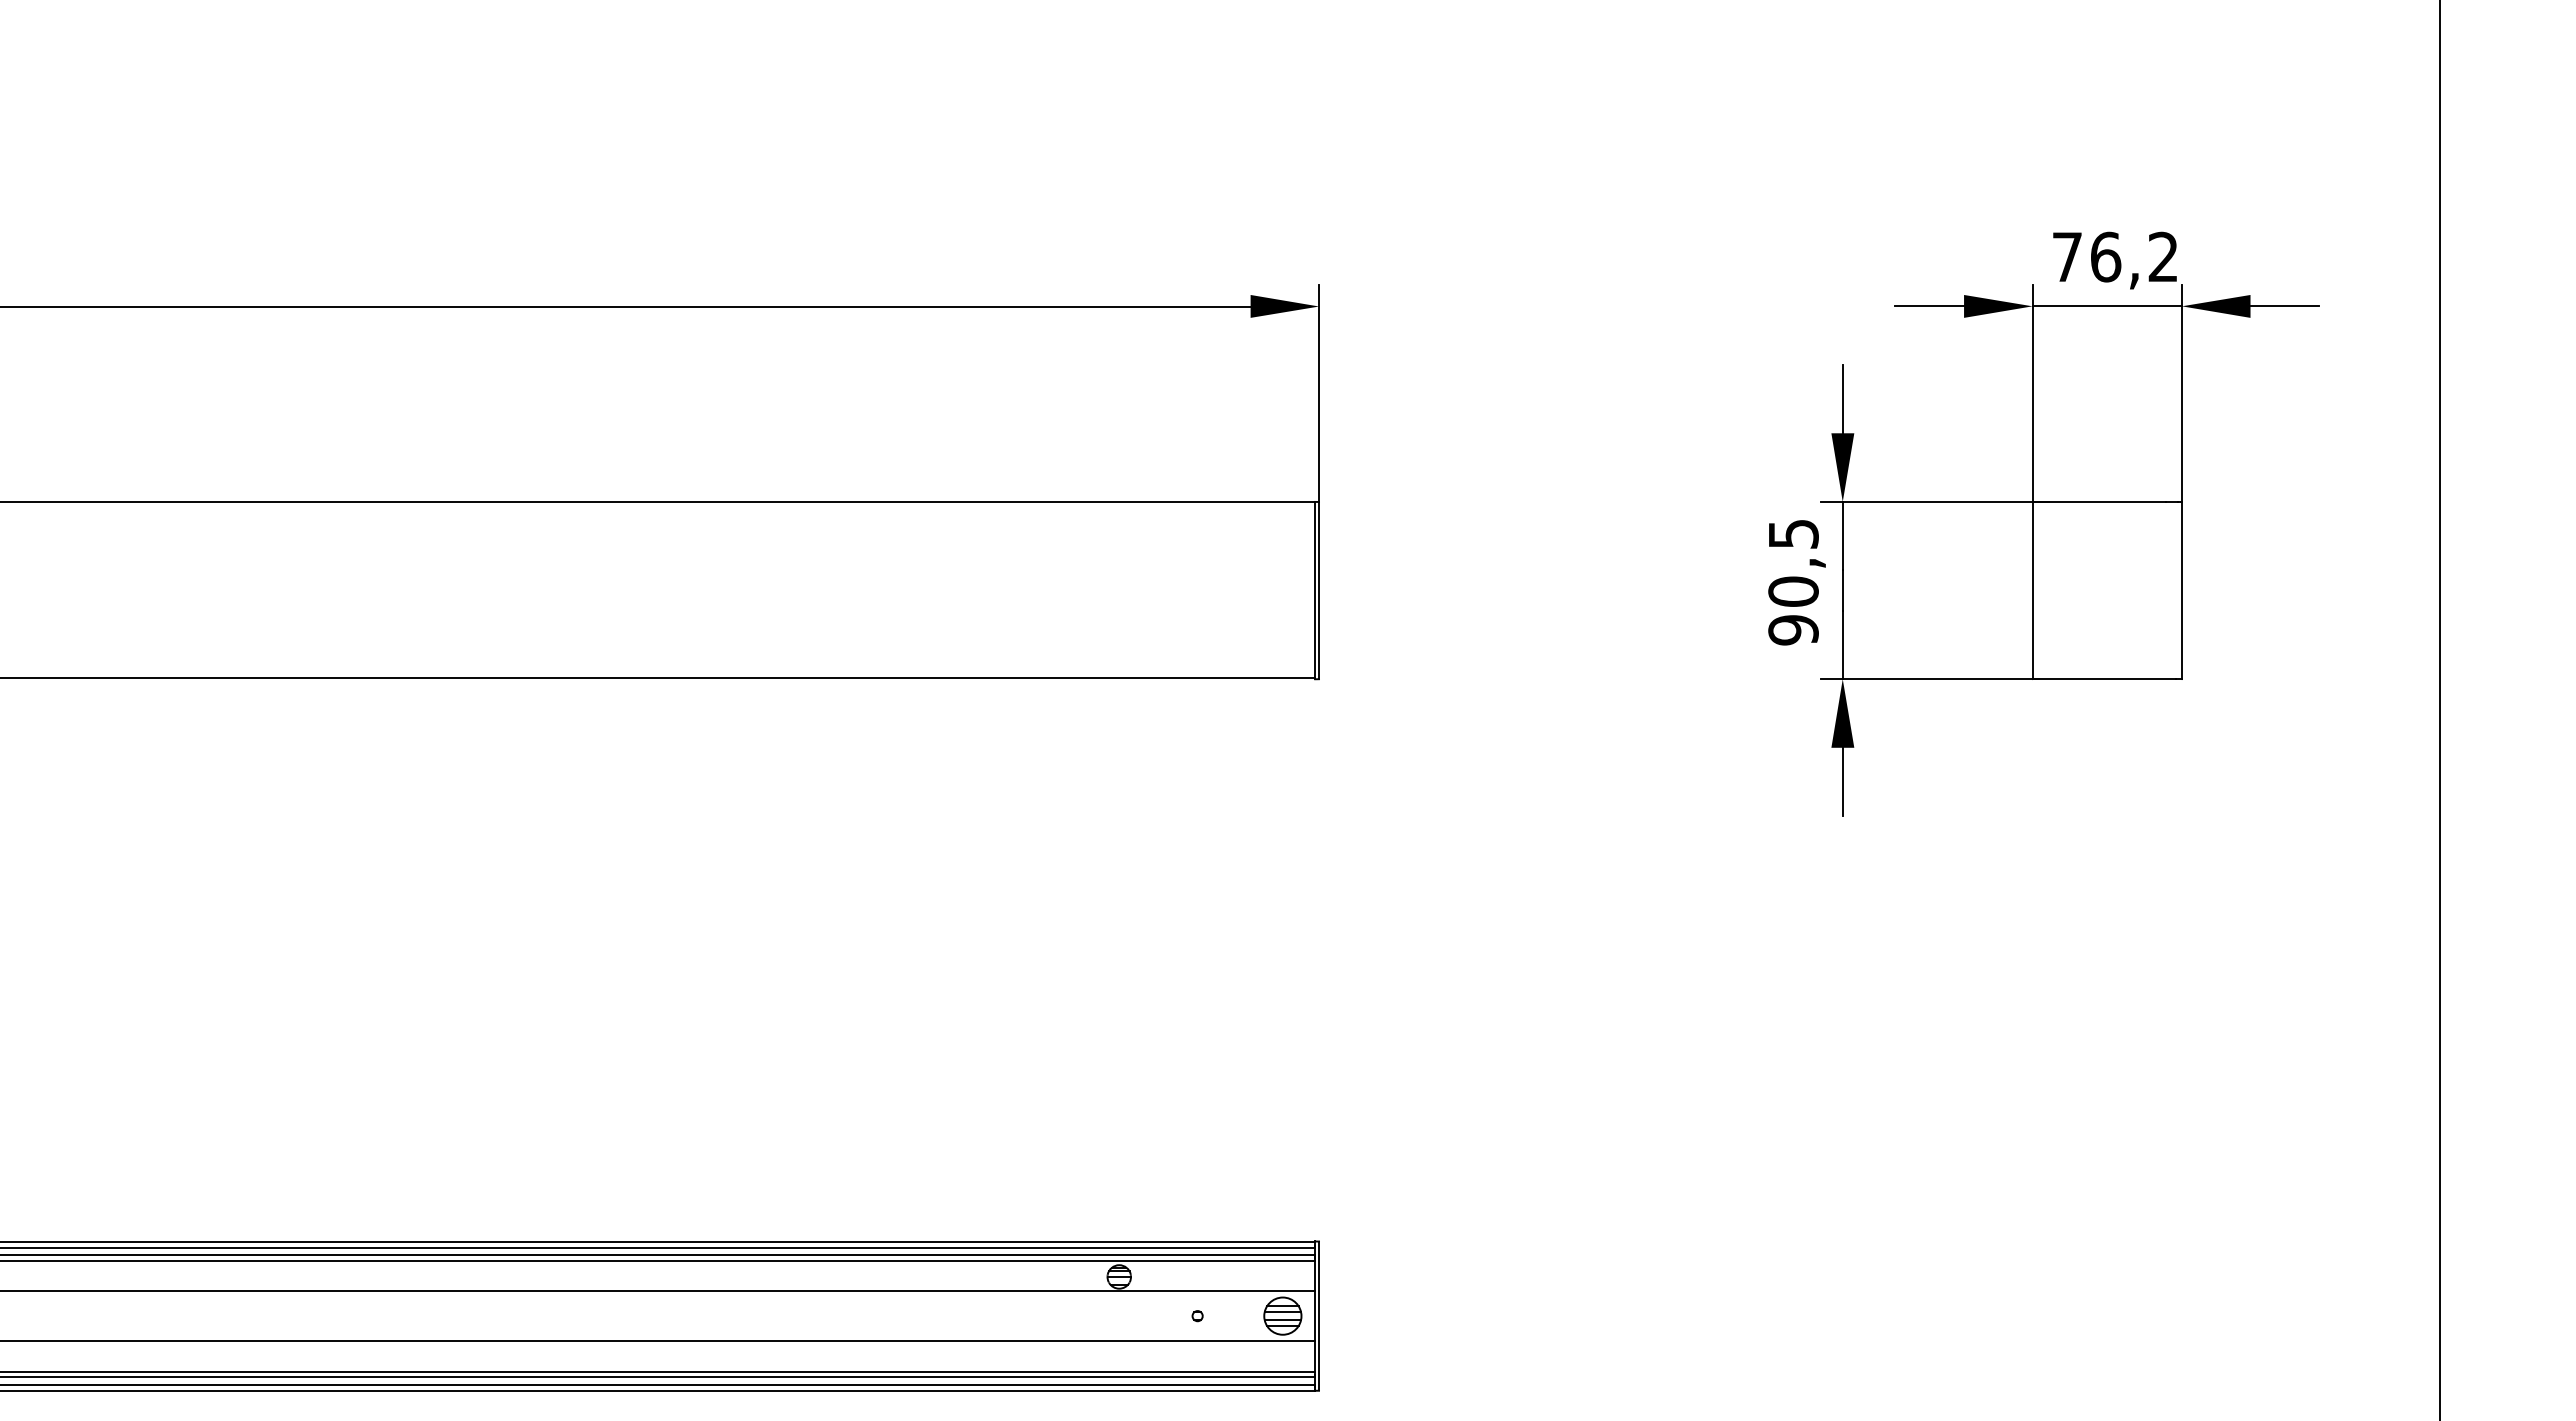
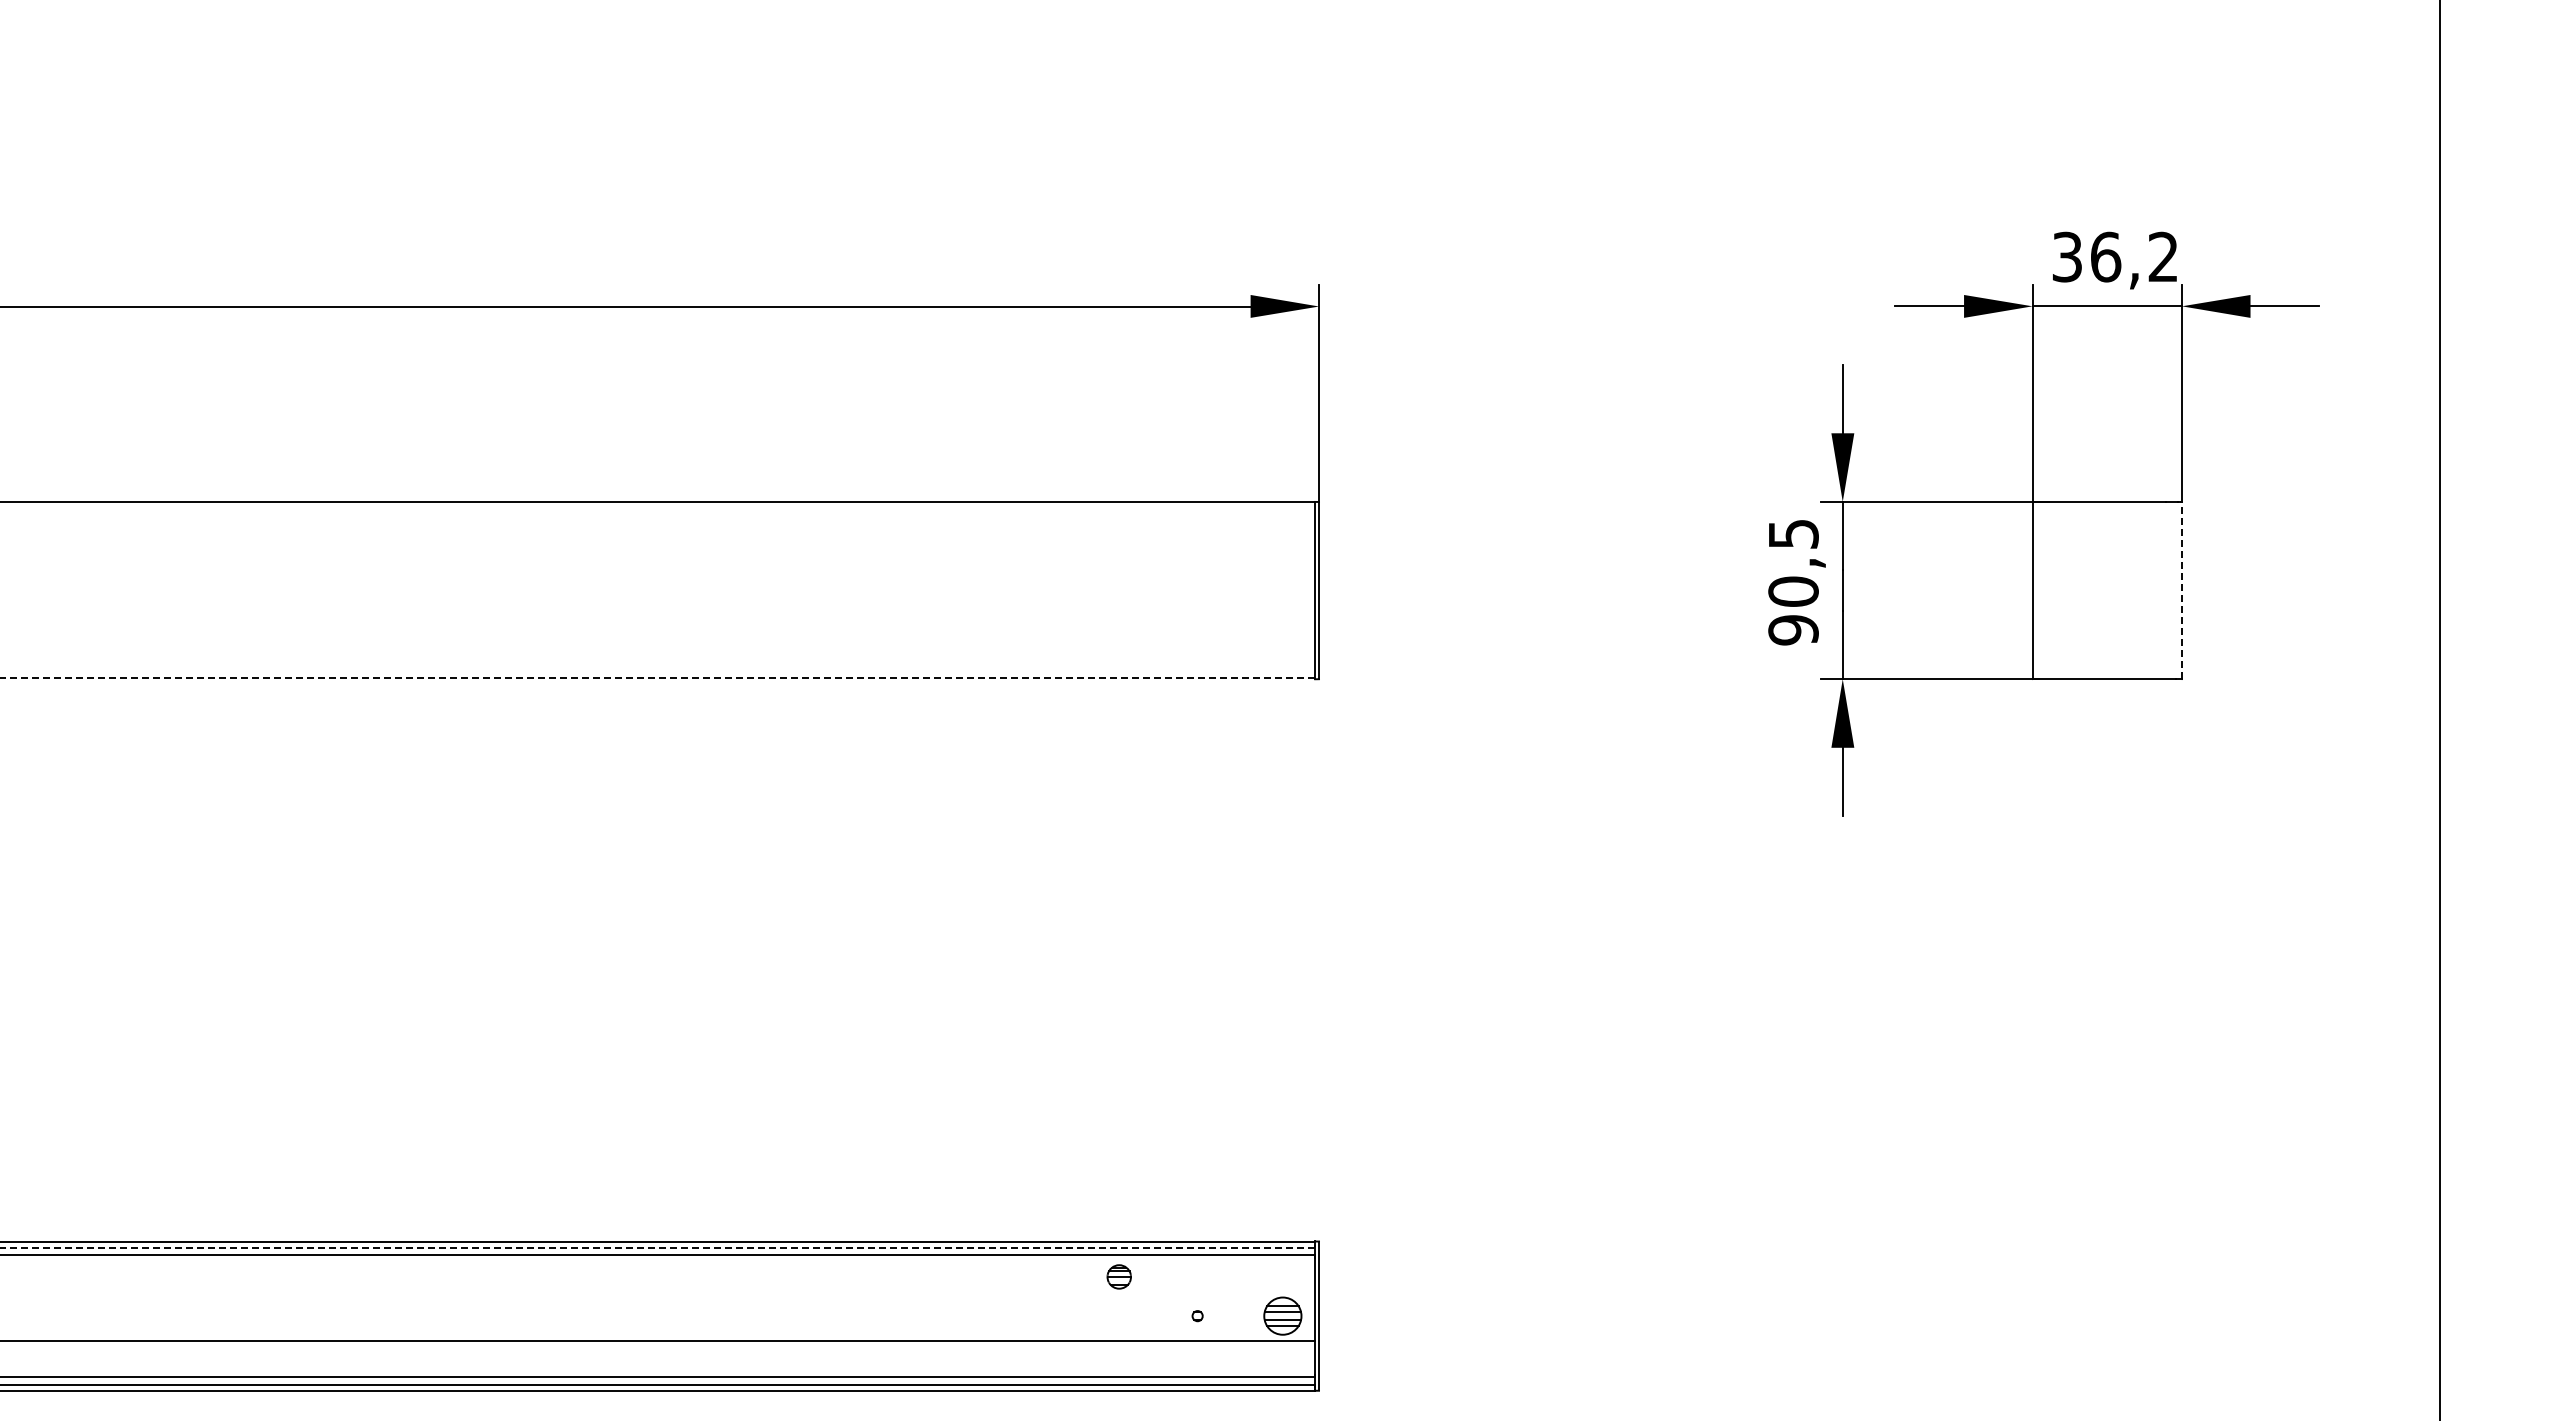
text at (2066, 256): 76,2 -> 36,2
line at (2181, 590): solid -> dashed
line at (657, 678): solid -> dashed
line at (657, 1247): solid -> dashed
line at (658, 1260): present -> none
line at (658, 1291): present -> none
line at (658, 1371): present -> none
